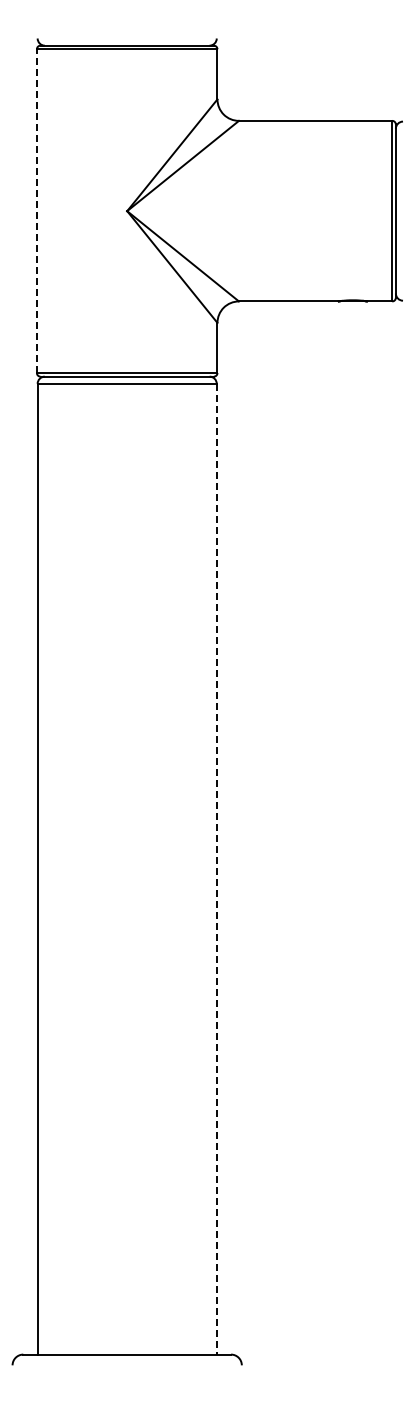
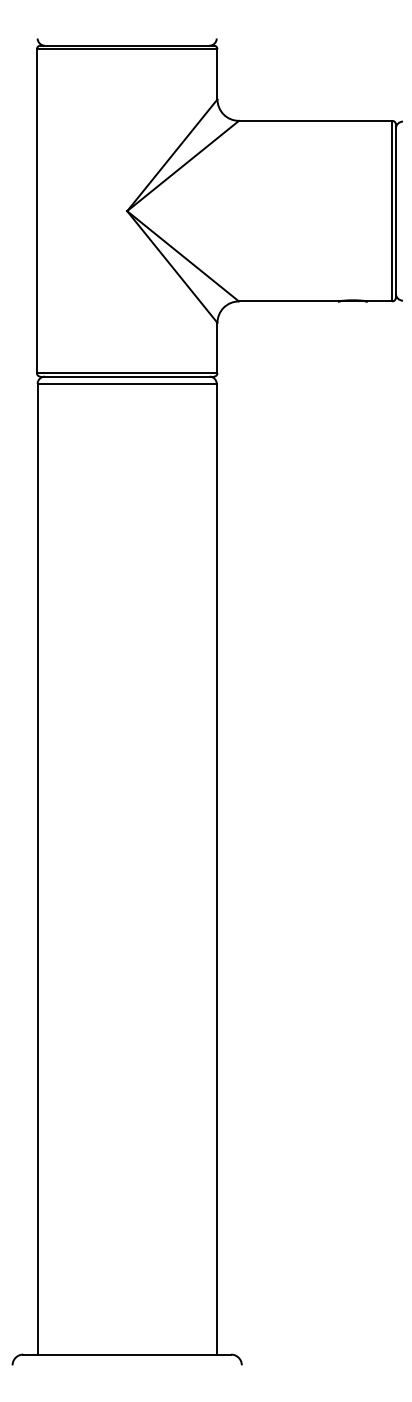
line at (36, 211): dashed -> solid
line at (216, 869): dashed -> solid
